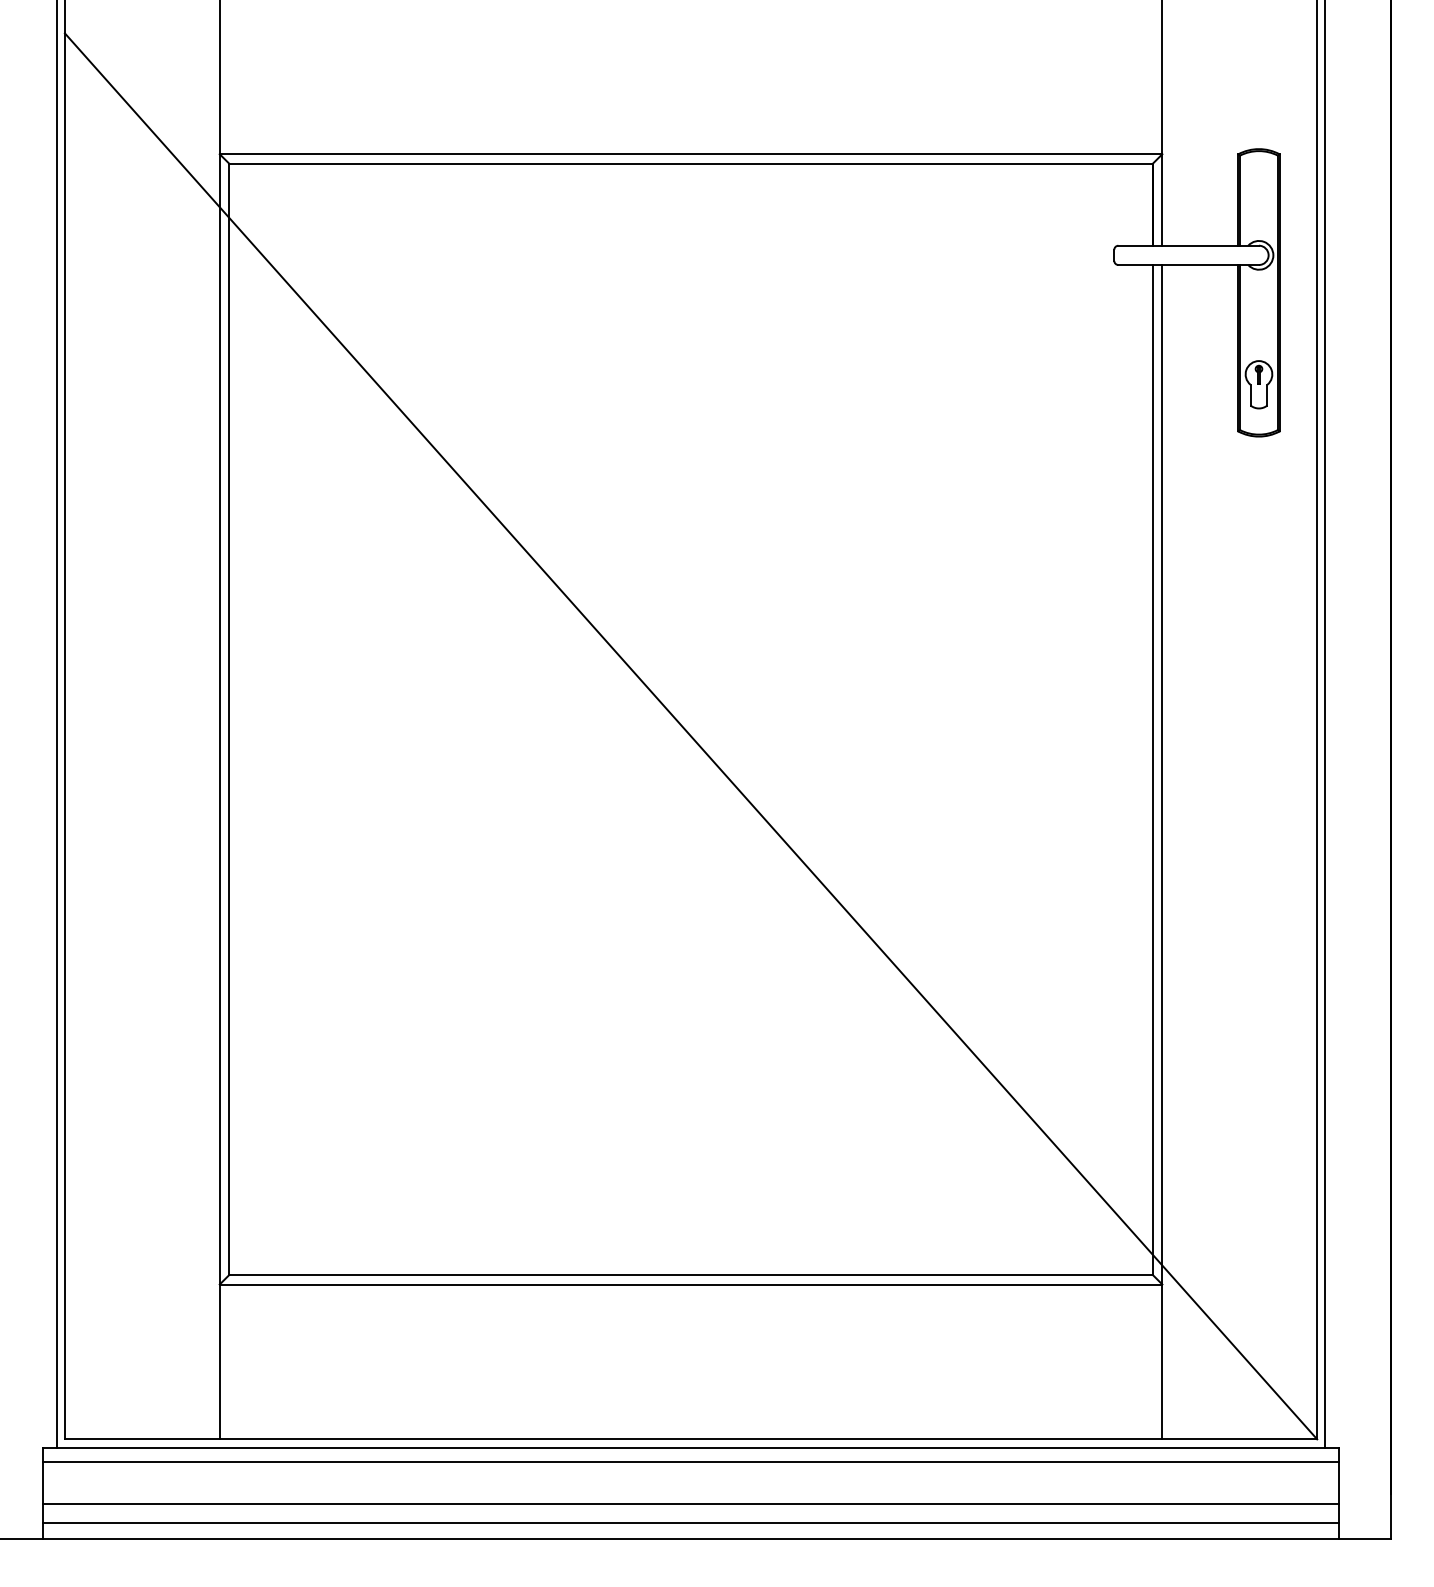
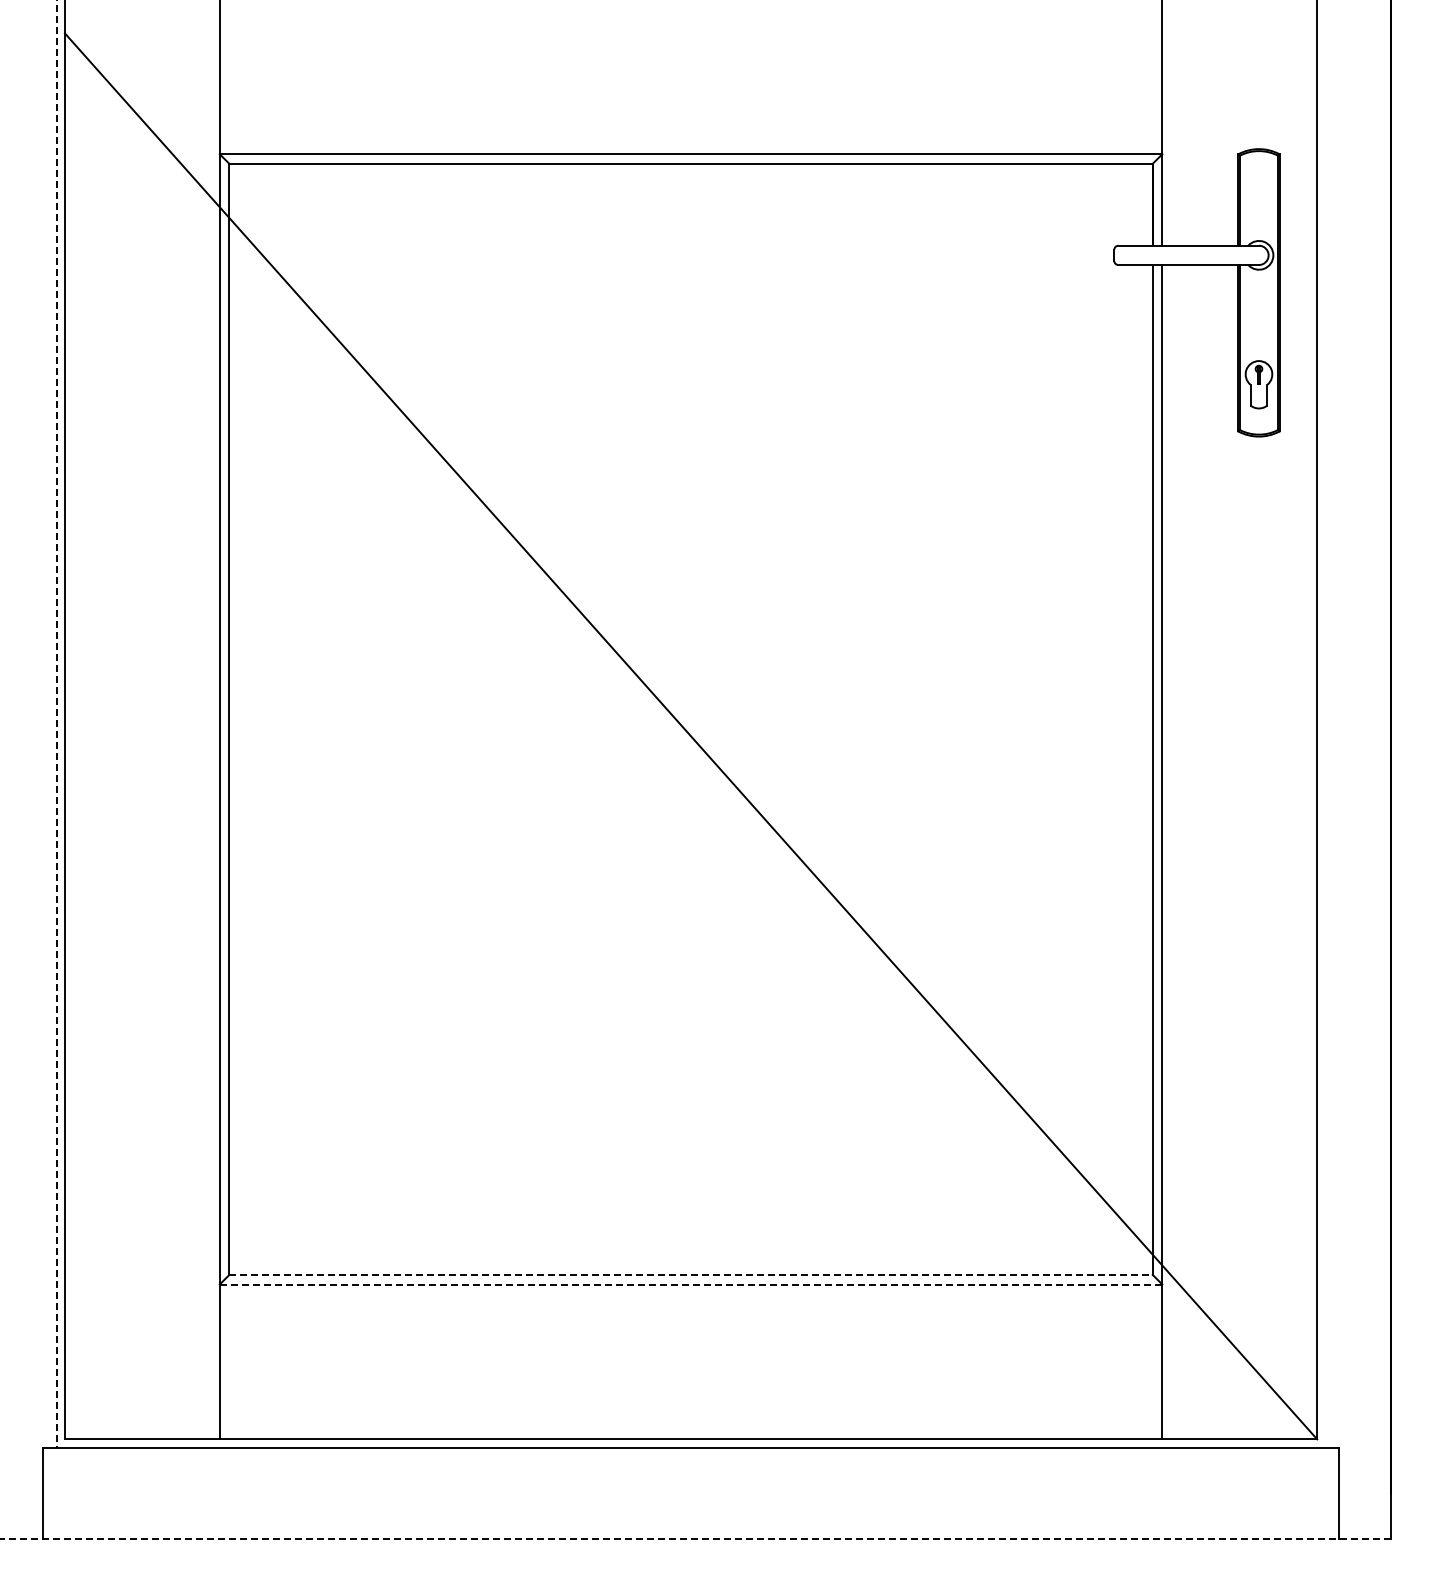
line at (56, 724): solid -> dashed
line at (1325, 724): present -> none
line at (691, 1274): solid -> dashed
line at (691, 1284): solid -> dashed
line at (690, 1462): present -> none
line at (690, 1503): present -> none
line at (690, 1522): present -> none
line at (695, 1539): solid -> dashed
